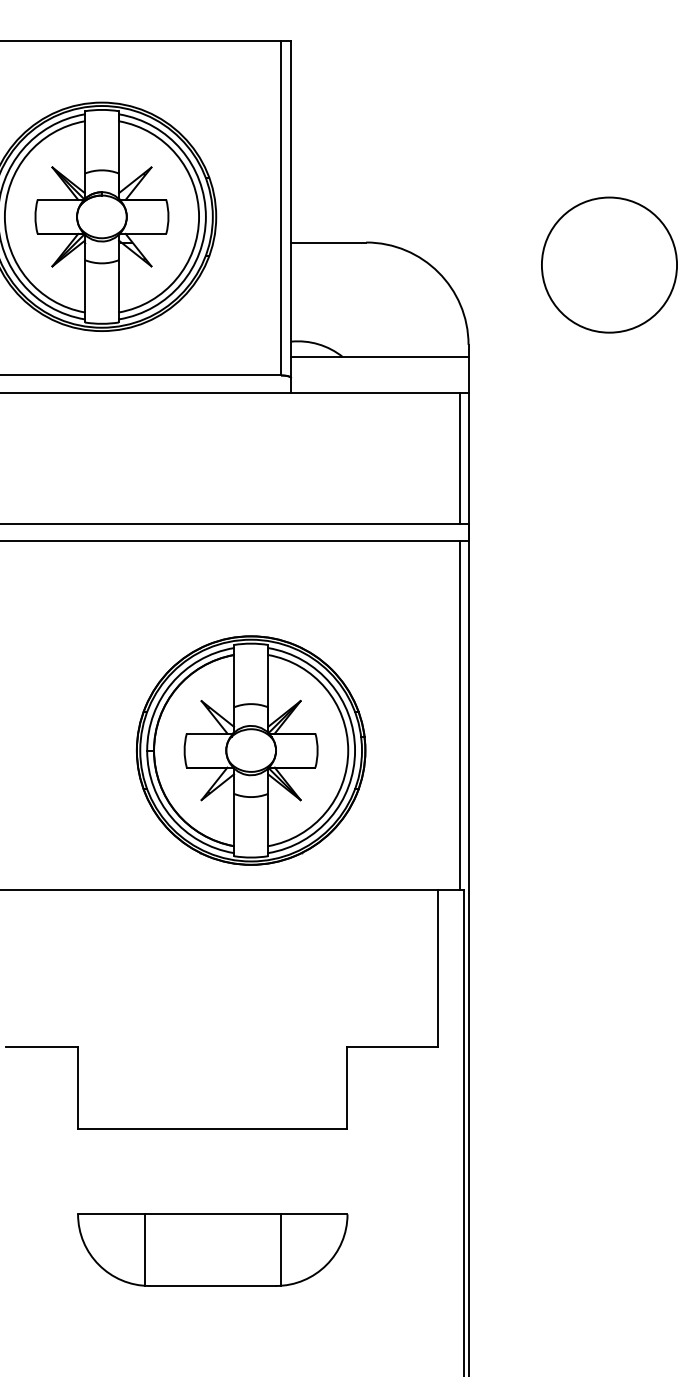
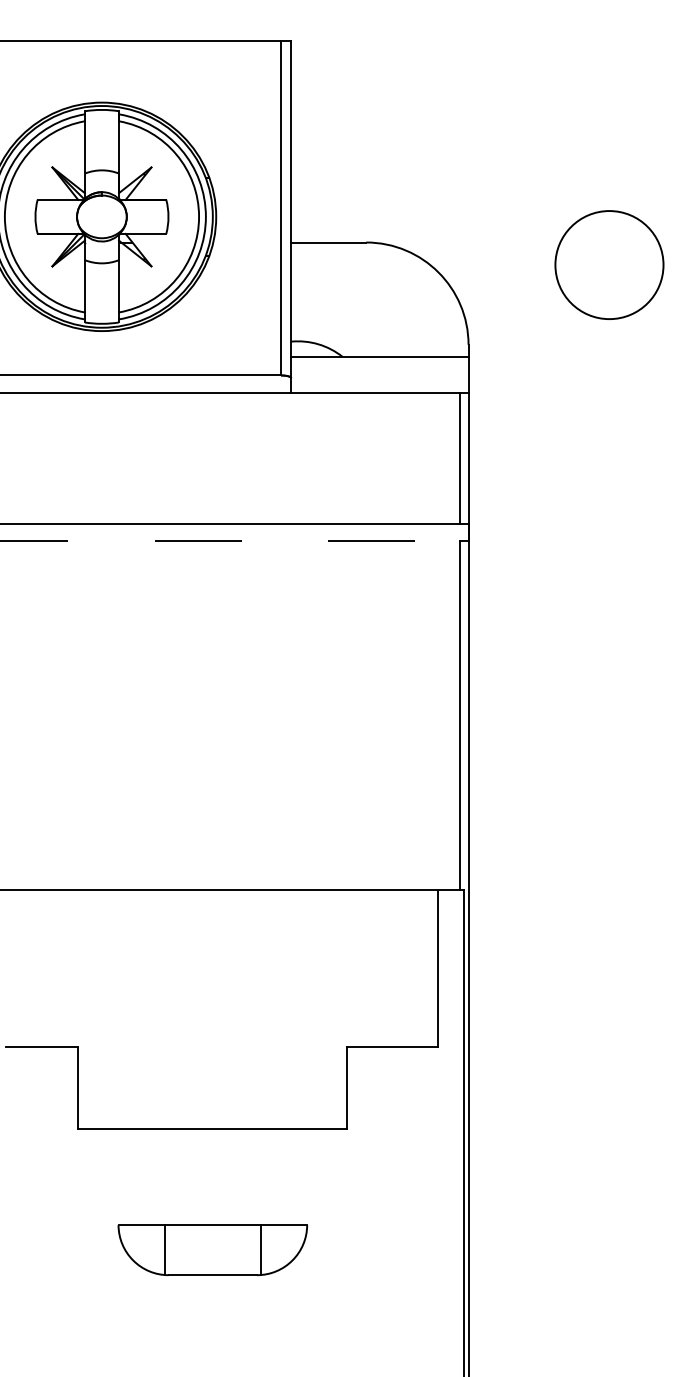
circle at (609, 264) size: 137x138 px -> 111x110 px
line at (230, 540): solid -> dashed
part at (250, 750): present -> none
part at (212, 1249) size: 272x74 px -> 192x53 px
